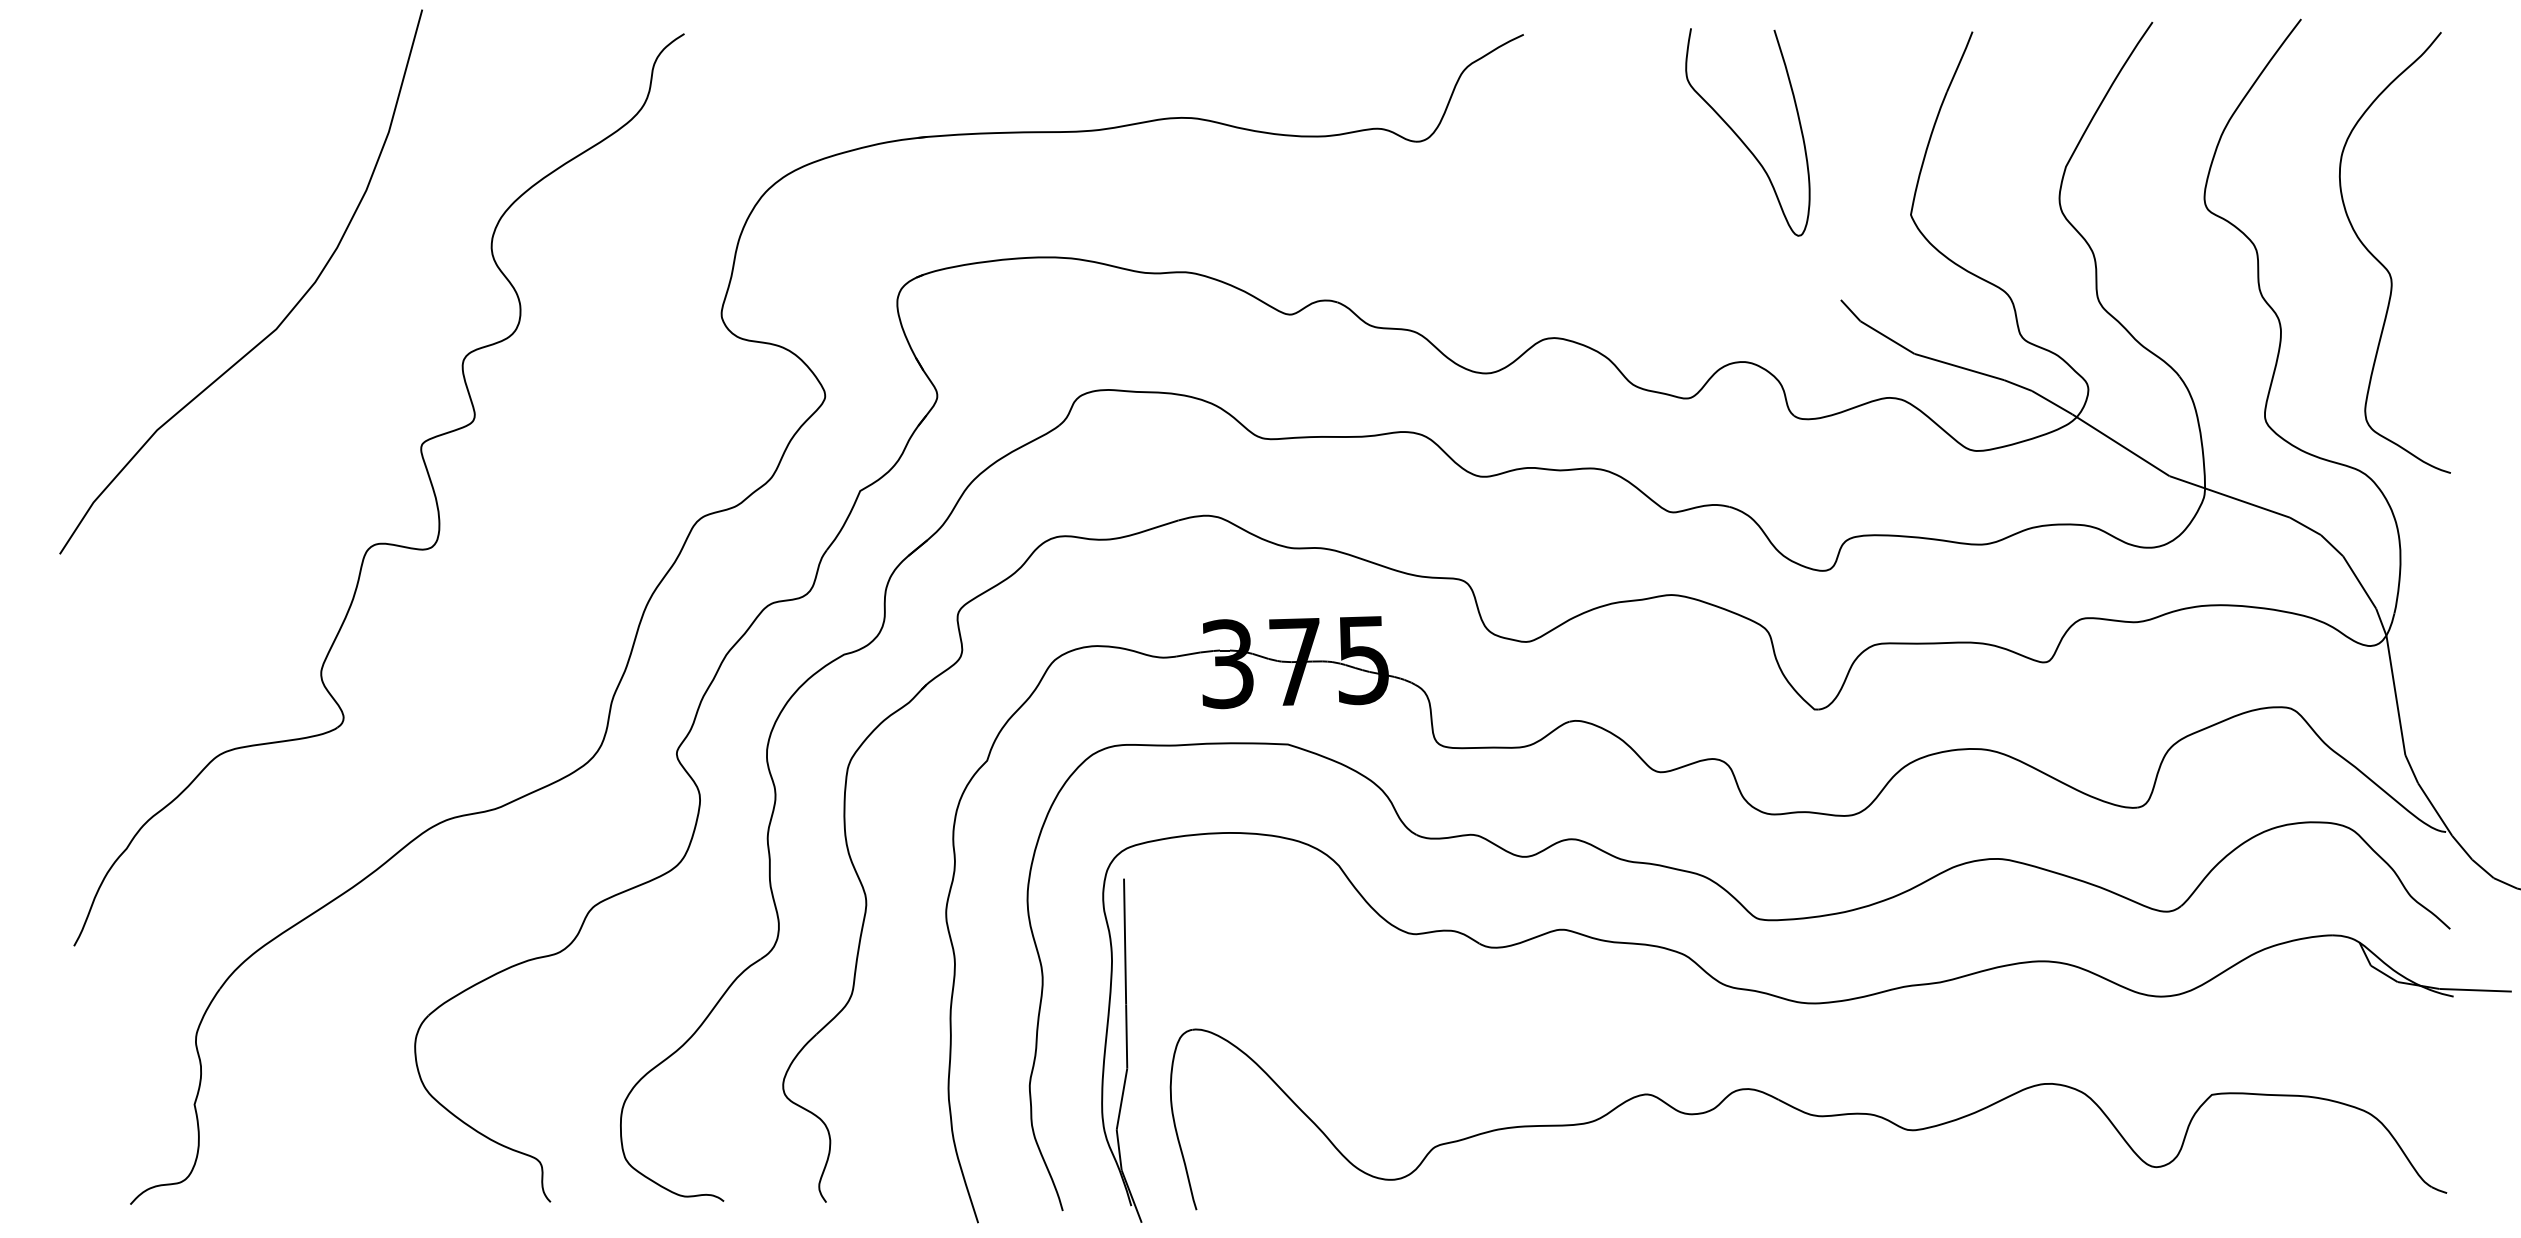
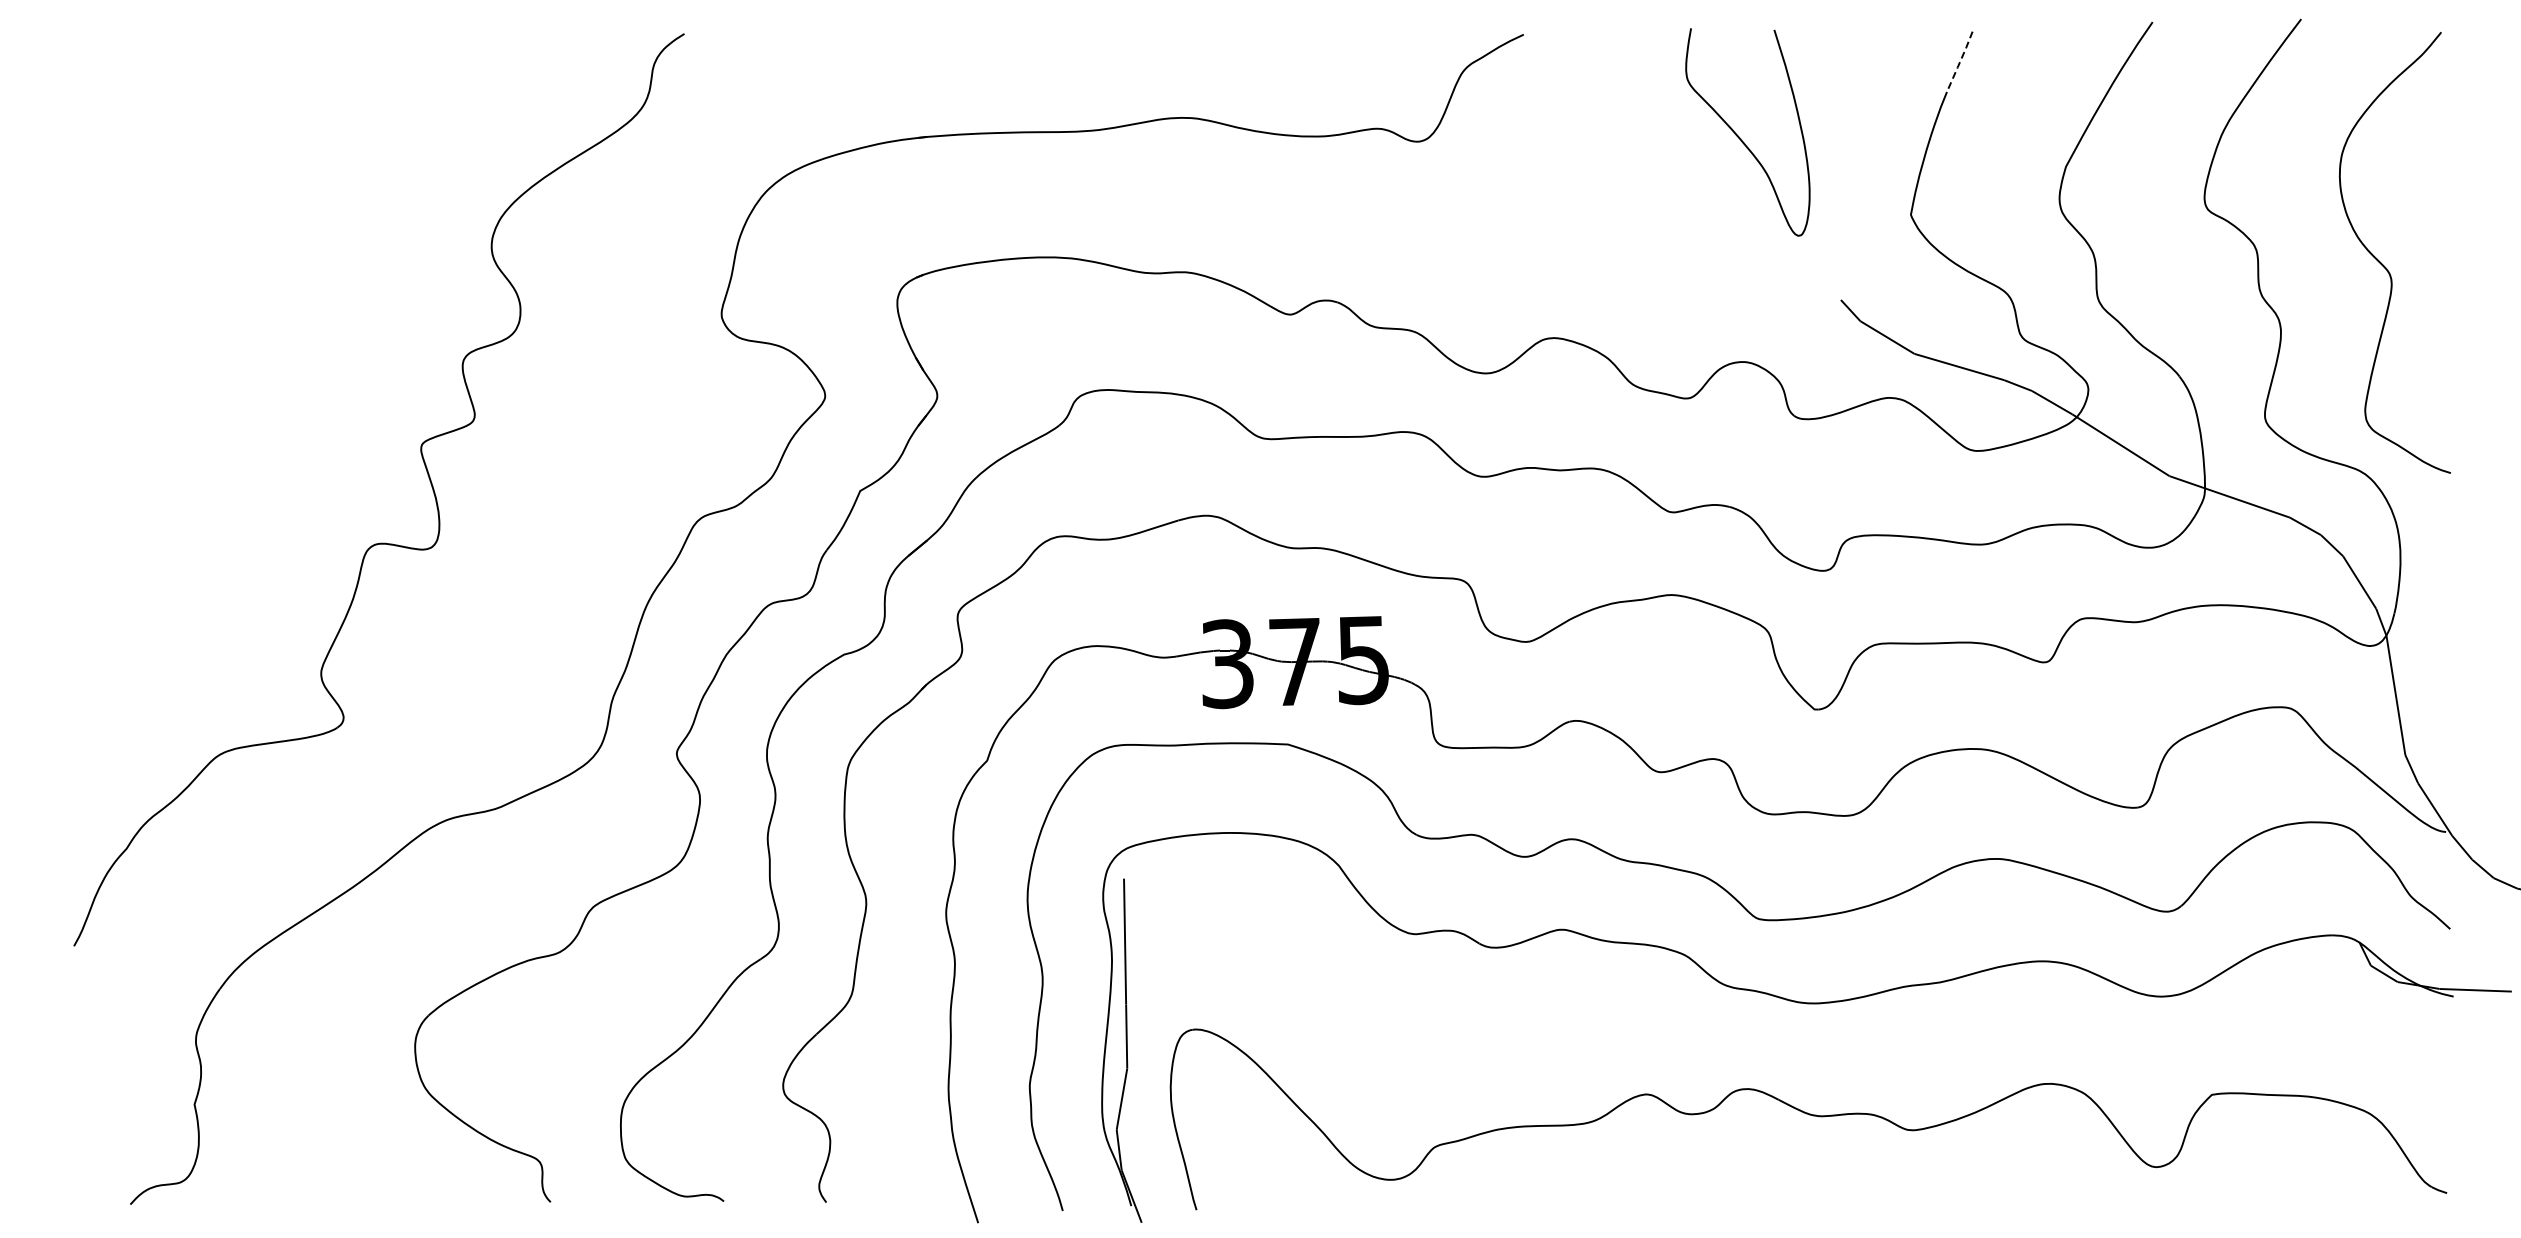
line at (1960, 62): solid -> dashed
curve at (284, 317): present -> none
